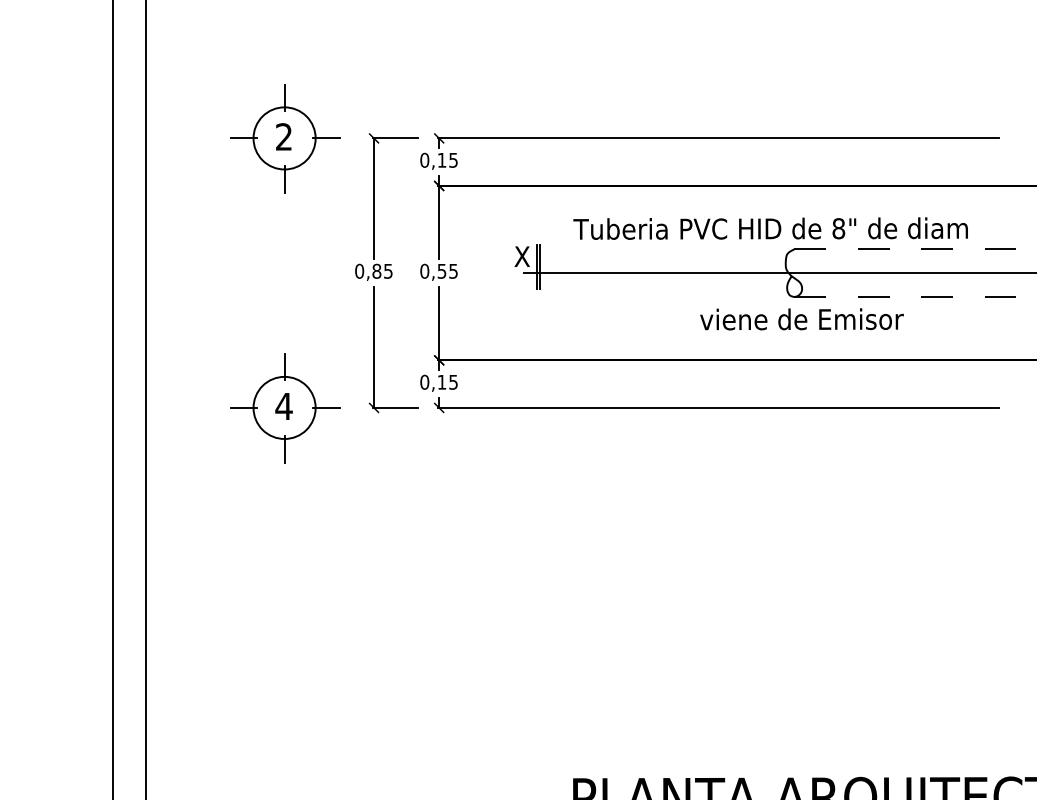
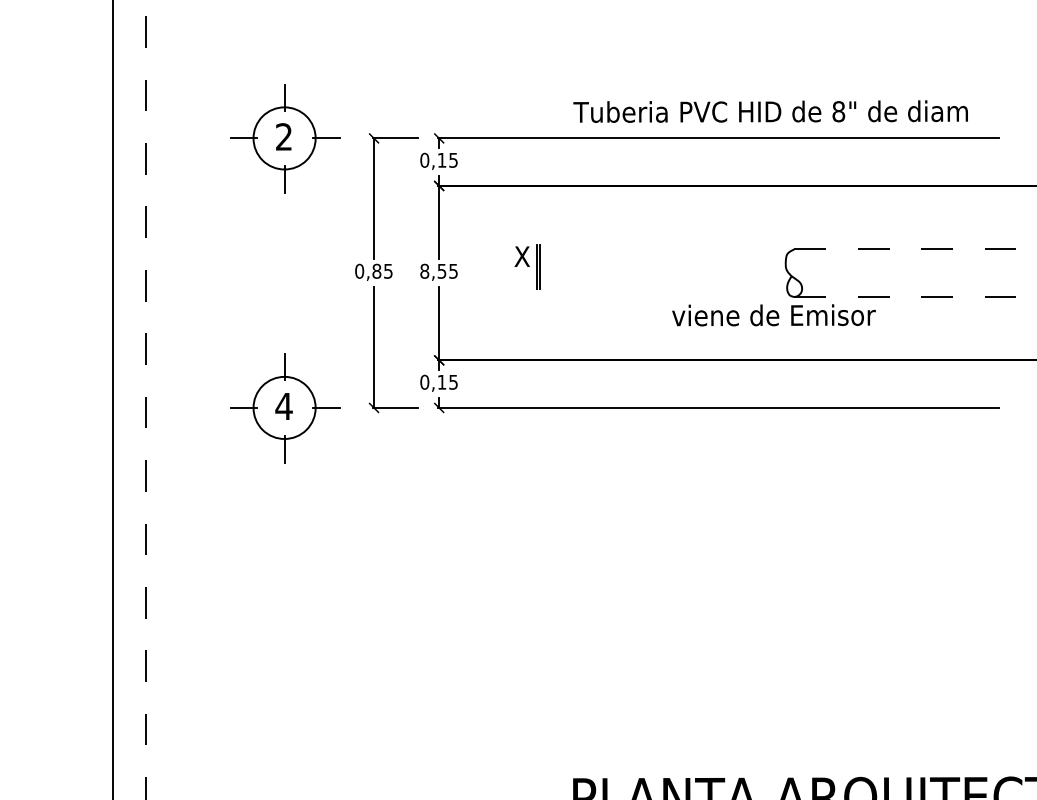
text at (770, 228) position: (770, 228) -> (770, 111)
text at (424, 271): 0,55 -> 8,55
line at (778, 273): present -> none
text at (801, 319) position: (801, 319) -> (773, 315)
line at (145, 400): solid -> dashed
